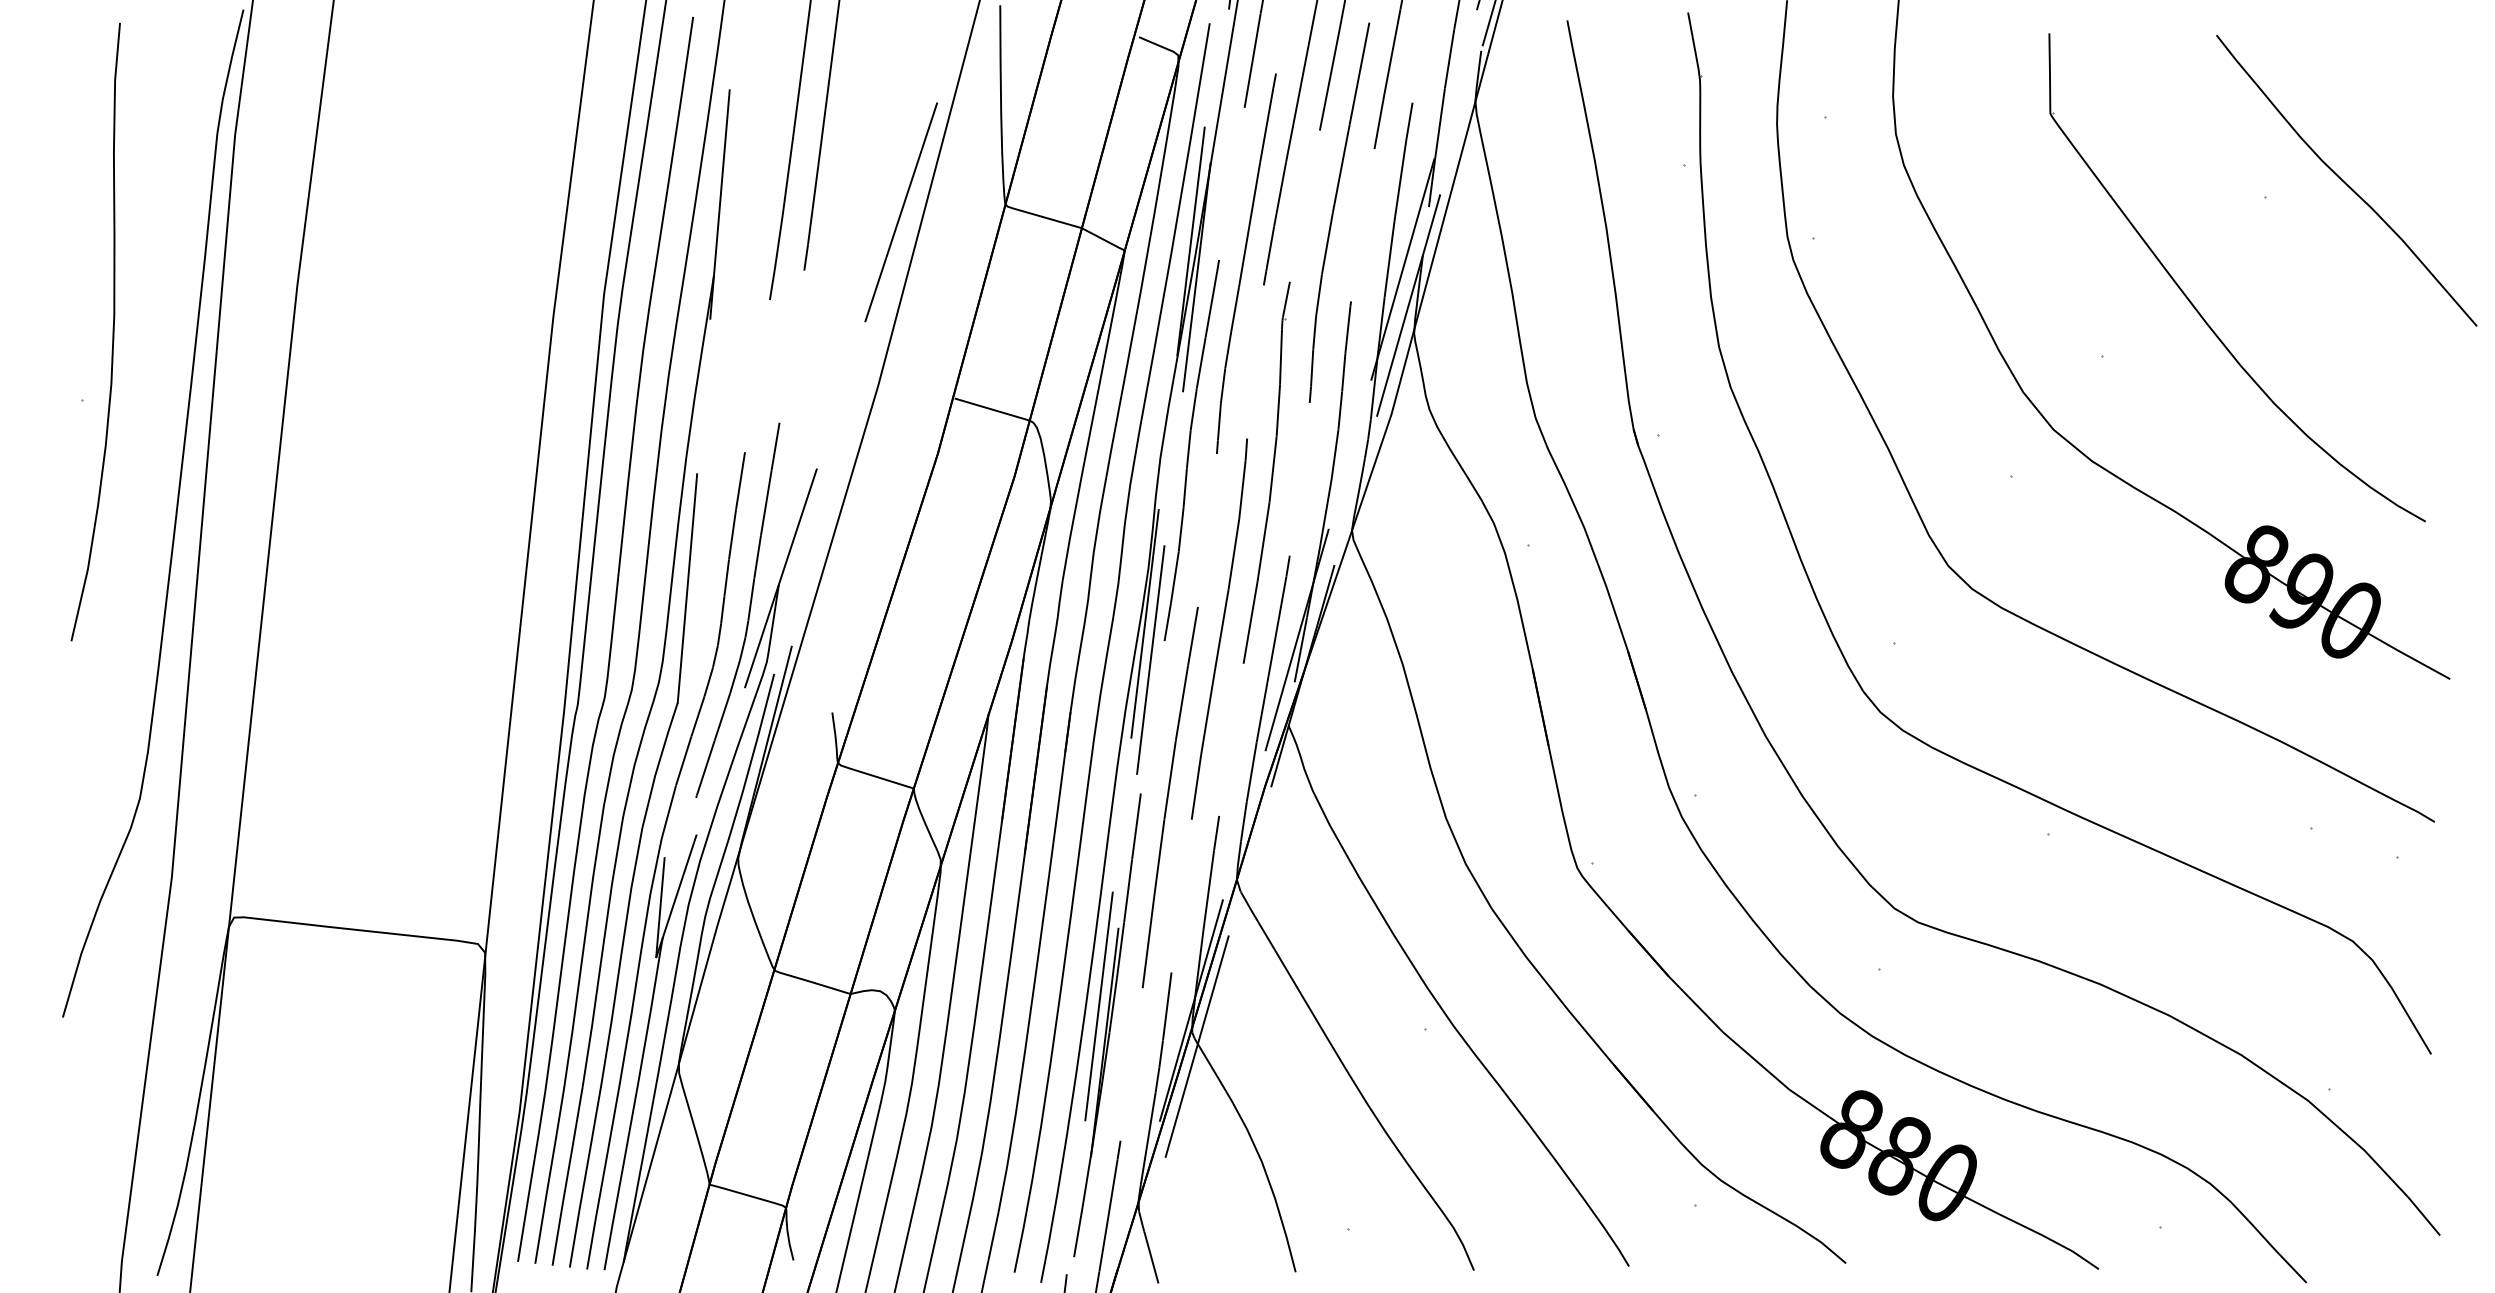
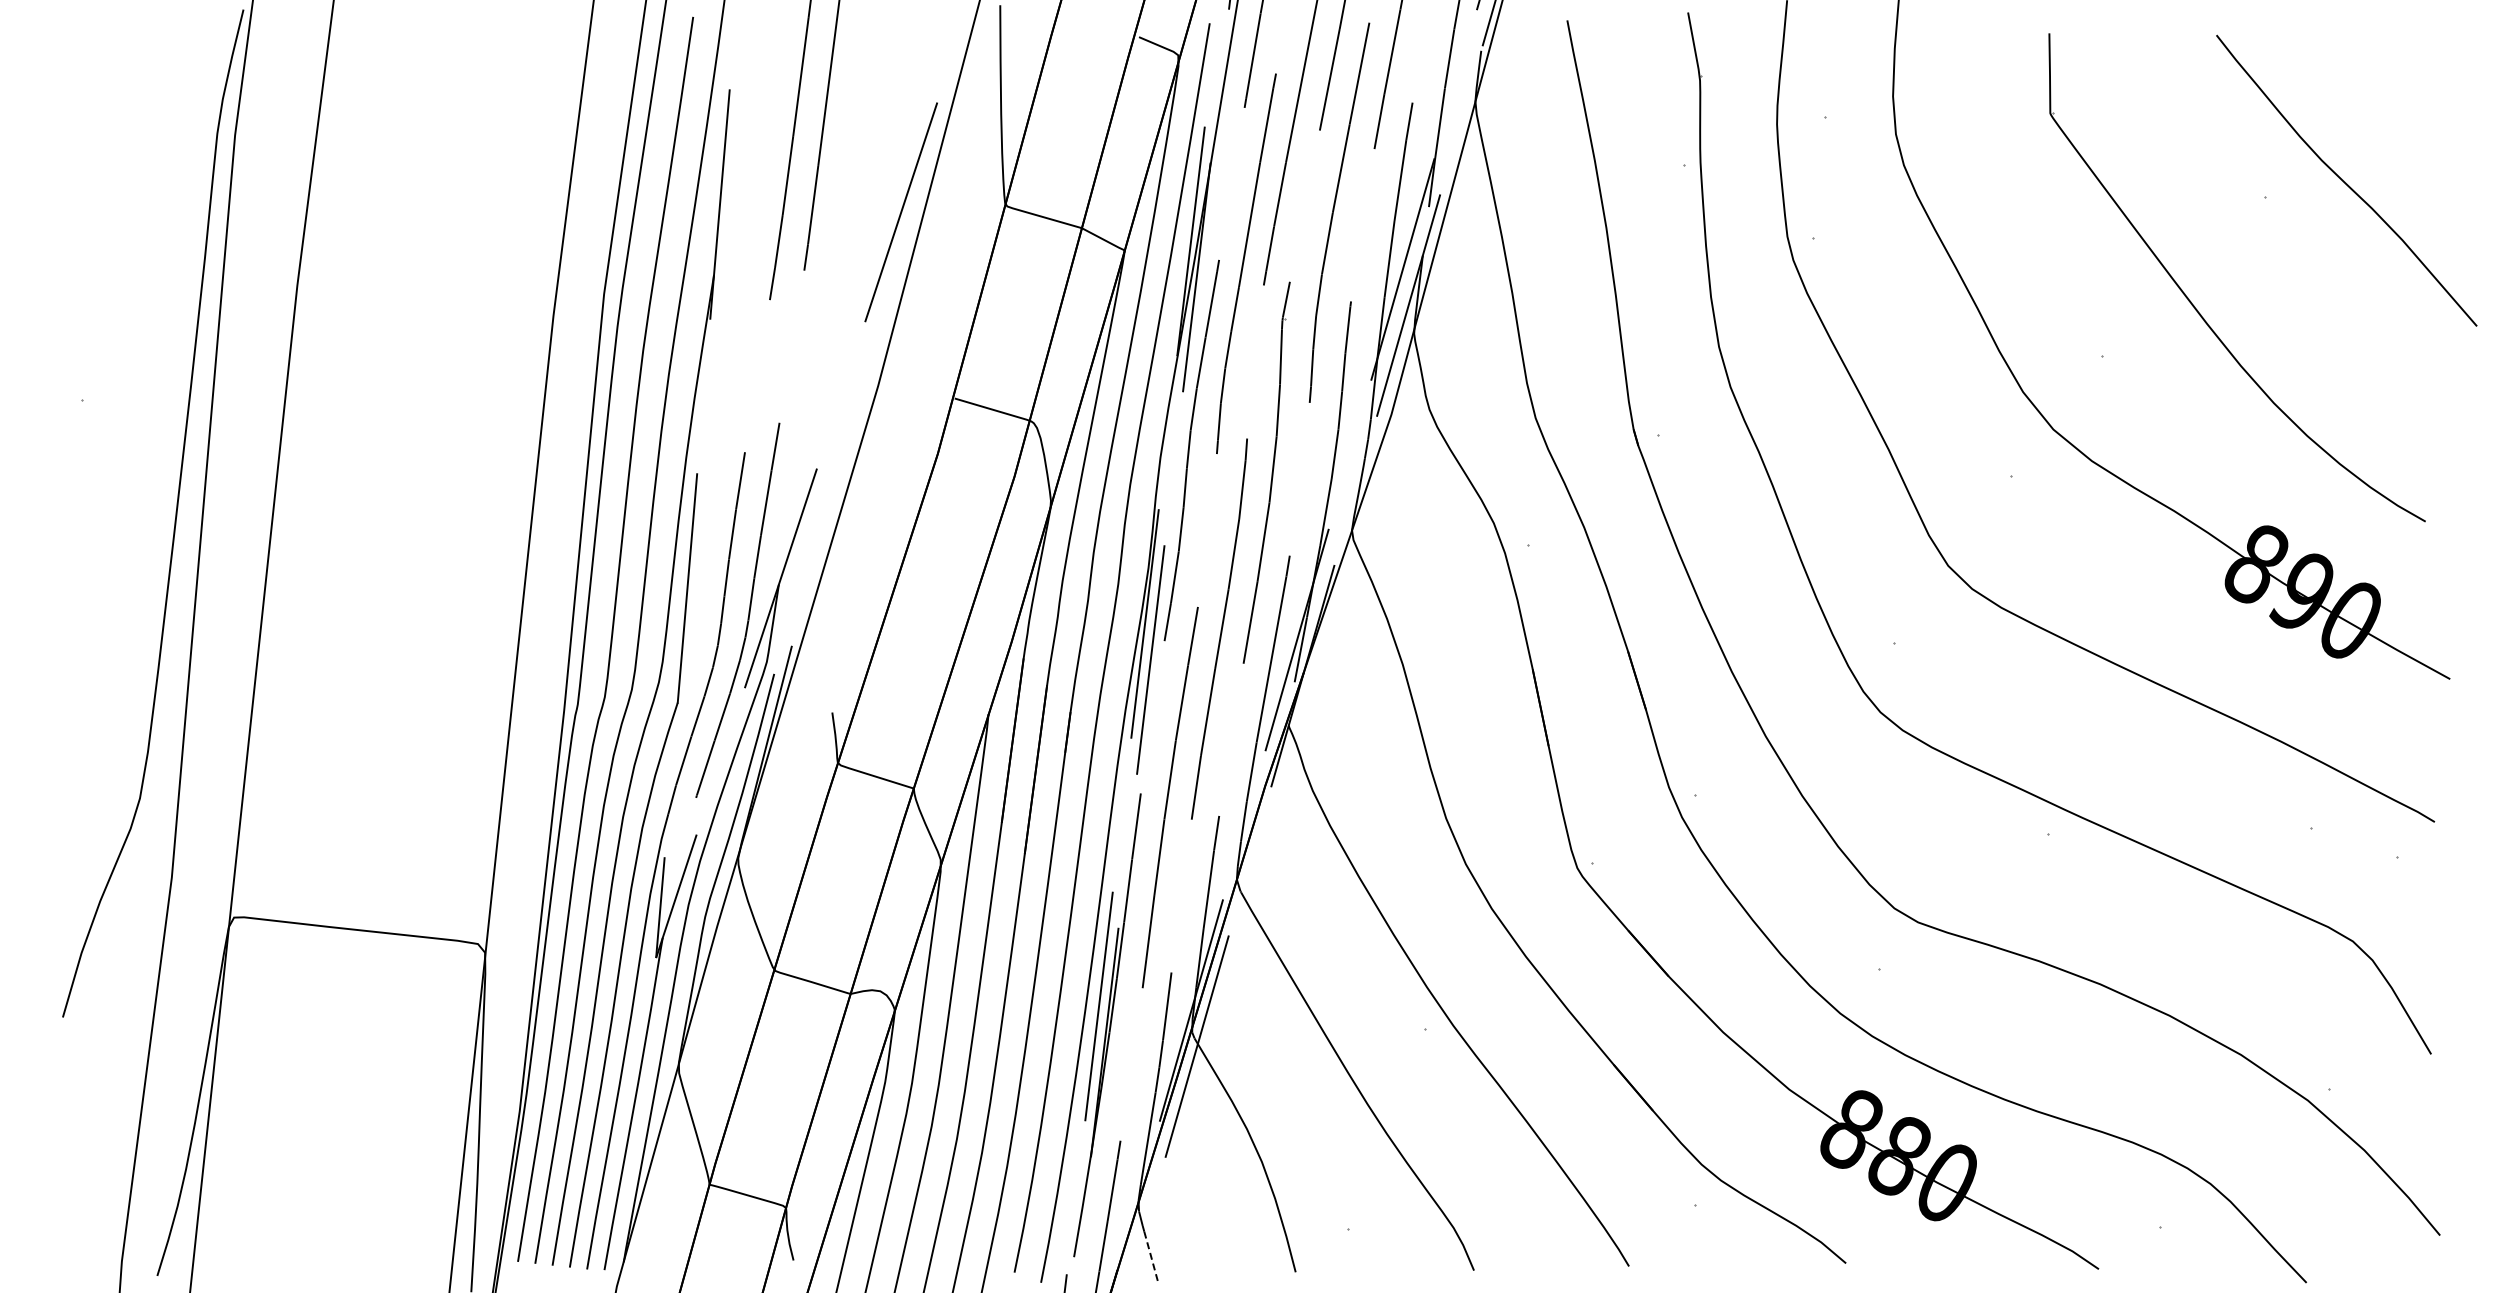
curve at (112, 332): present -> none
line at (1151, 1256): solid -> dashed
